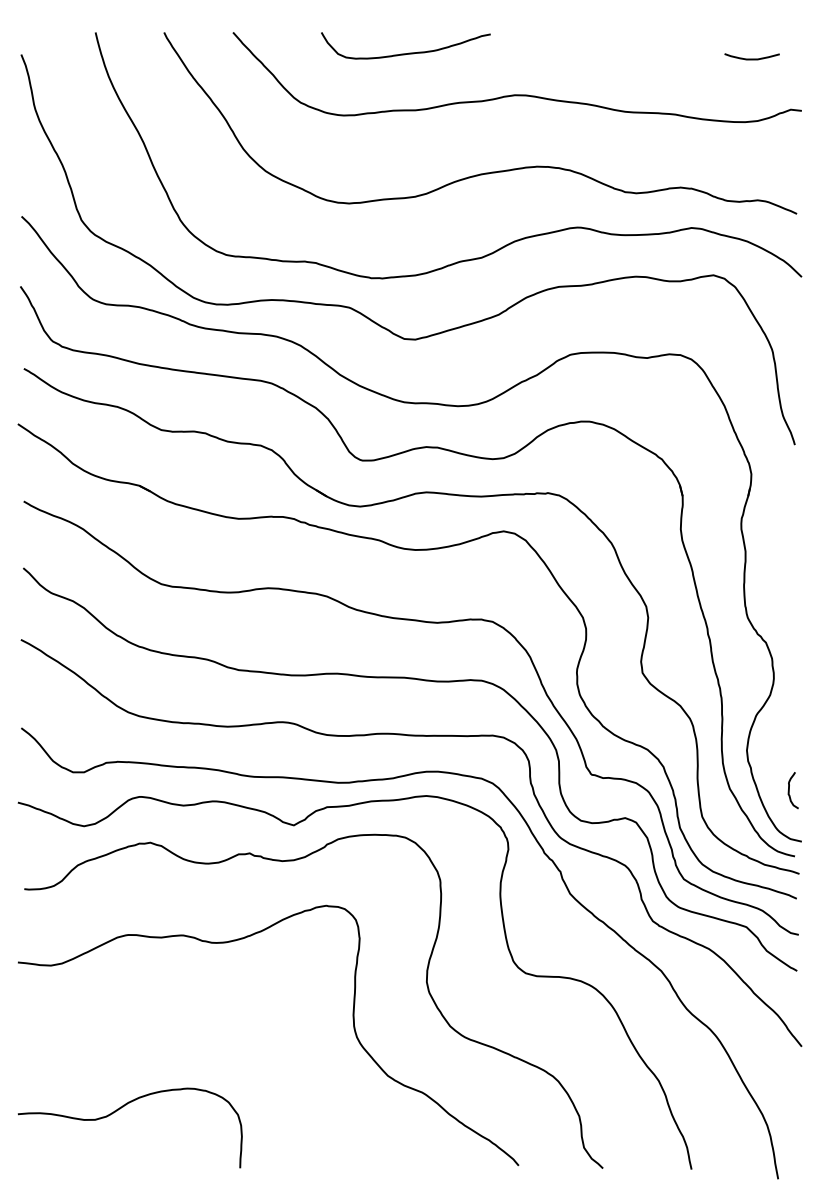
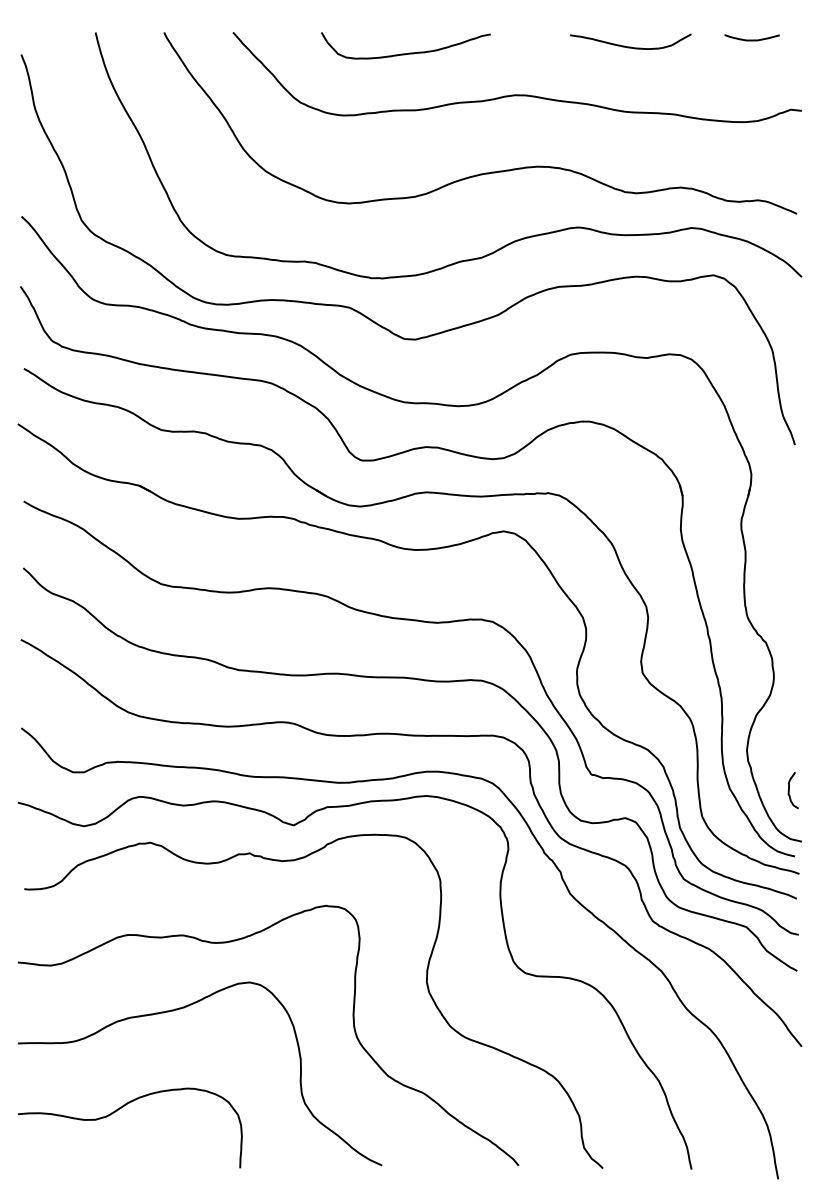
curve at (630, 46): none -> present
curve at (751, 58) position: (751, 58) -> (751, 39)
curve at (181, 1009): none -> present
